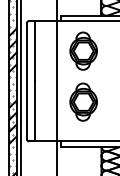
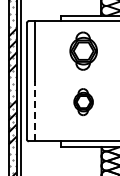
line at (56, 87): present -> none
part at (83, 101) size: 29x40 px -> 21x29 px
line at (35, 110): solid -> dashed
